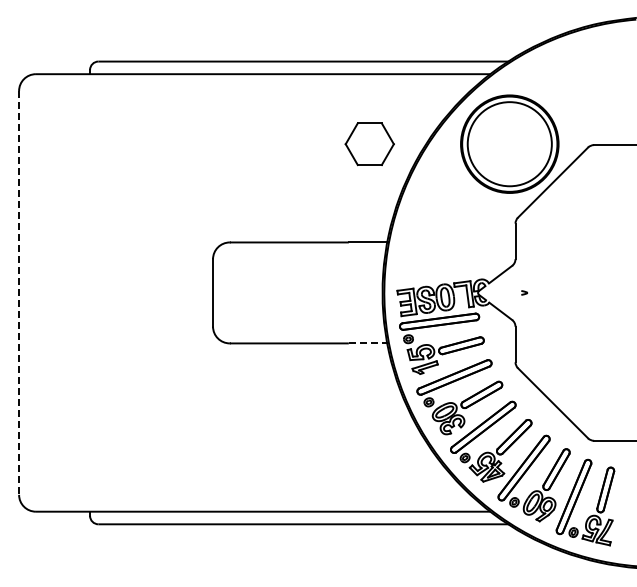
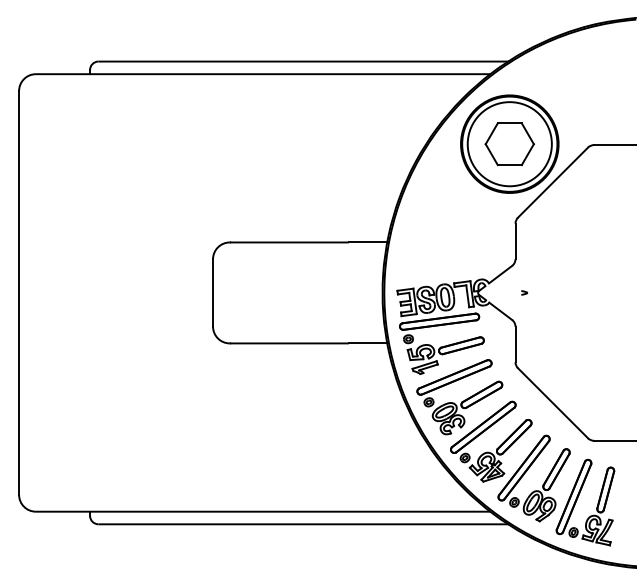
part at (369, 144) position: (369, 144) -> (509, 144)
line at (19, 292): dashed -> solid
line at (368, 343): dashed -> solid
